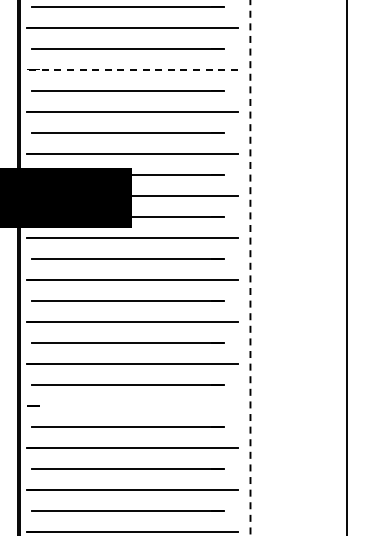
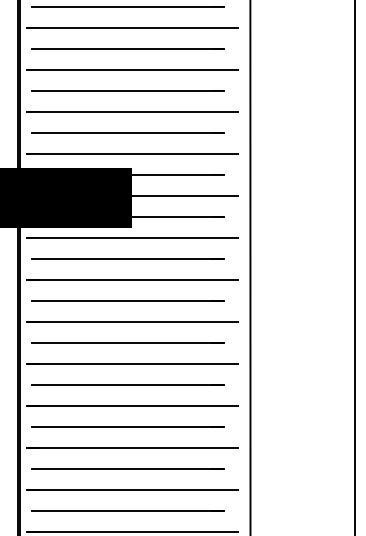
line at (131, 69): dashed -> solid
line at (346, 267) position: (346, 267) -> (354, 267)
line at (250, 268): dashed -> solid
line at (131, 405): none -> present
